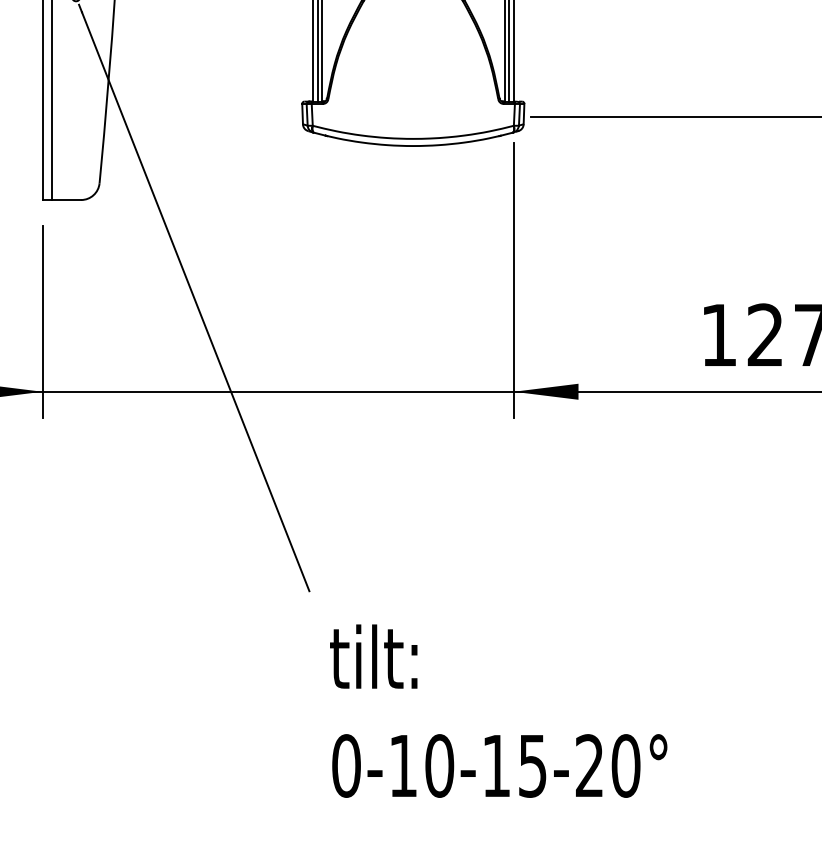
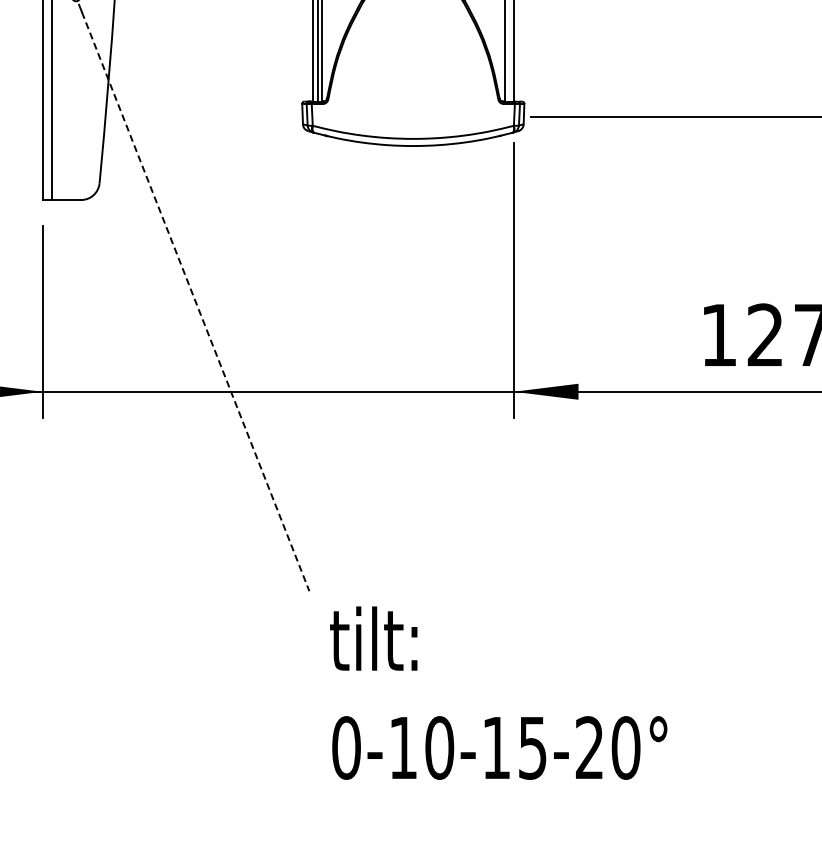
line at (508, 51): present -> none
line at (195, 302): solid -> dashed
text at (498, 710) position: (498, 710) -> (498, 692)
